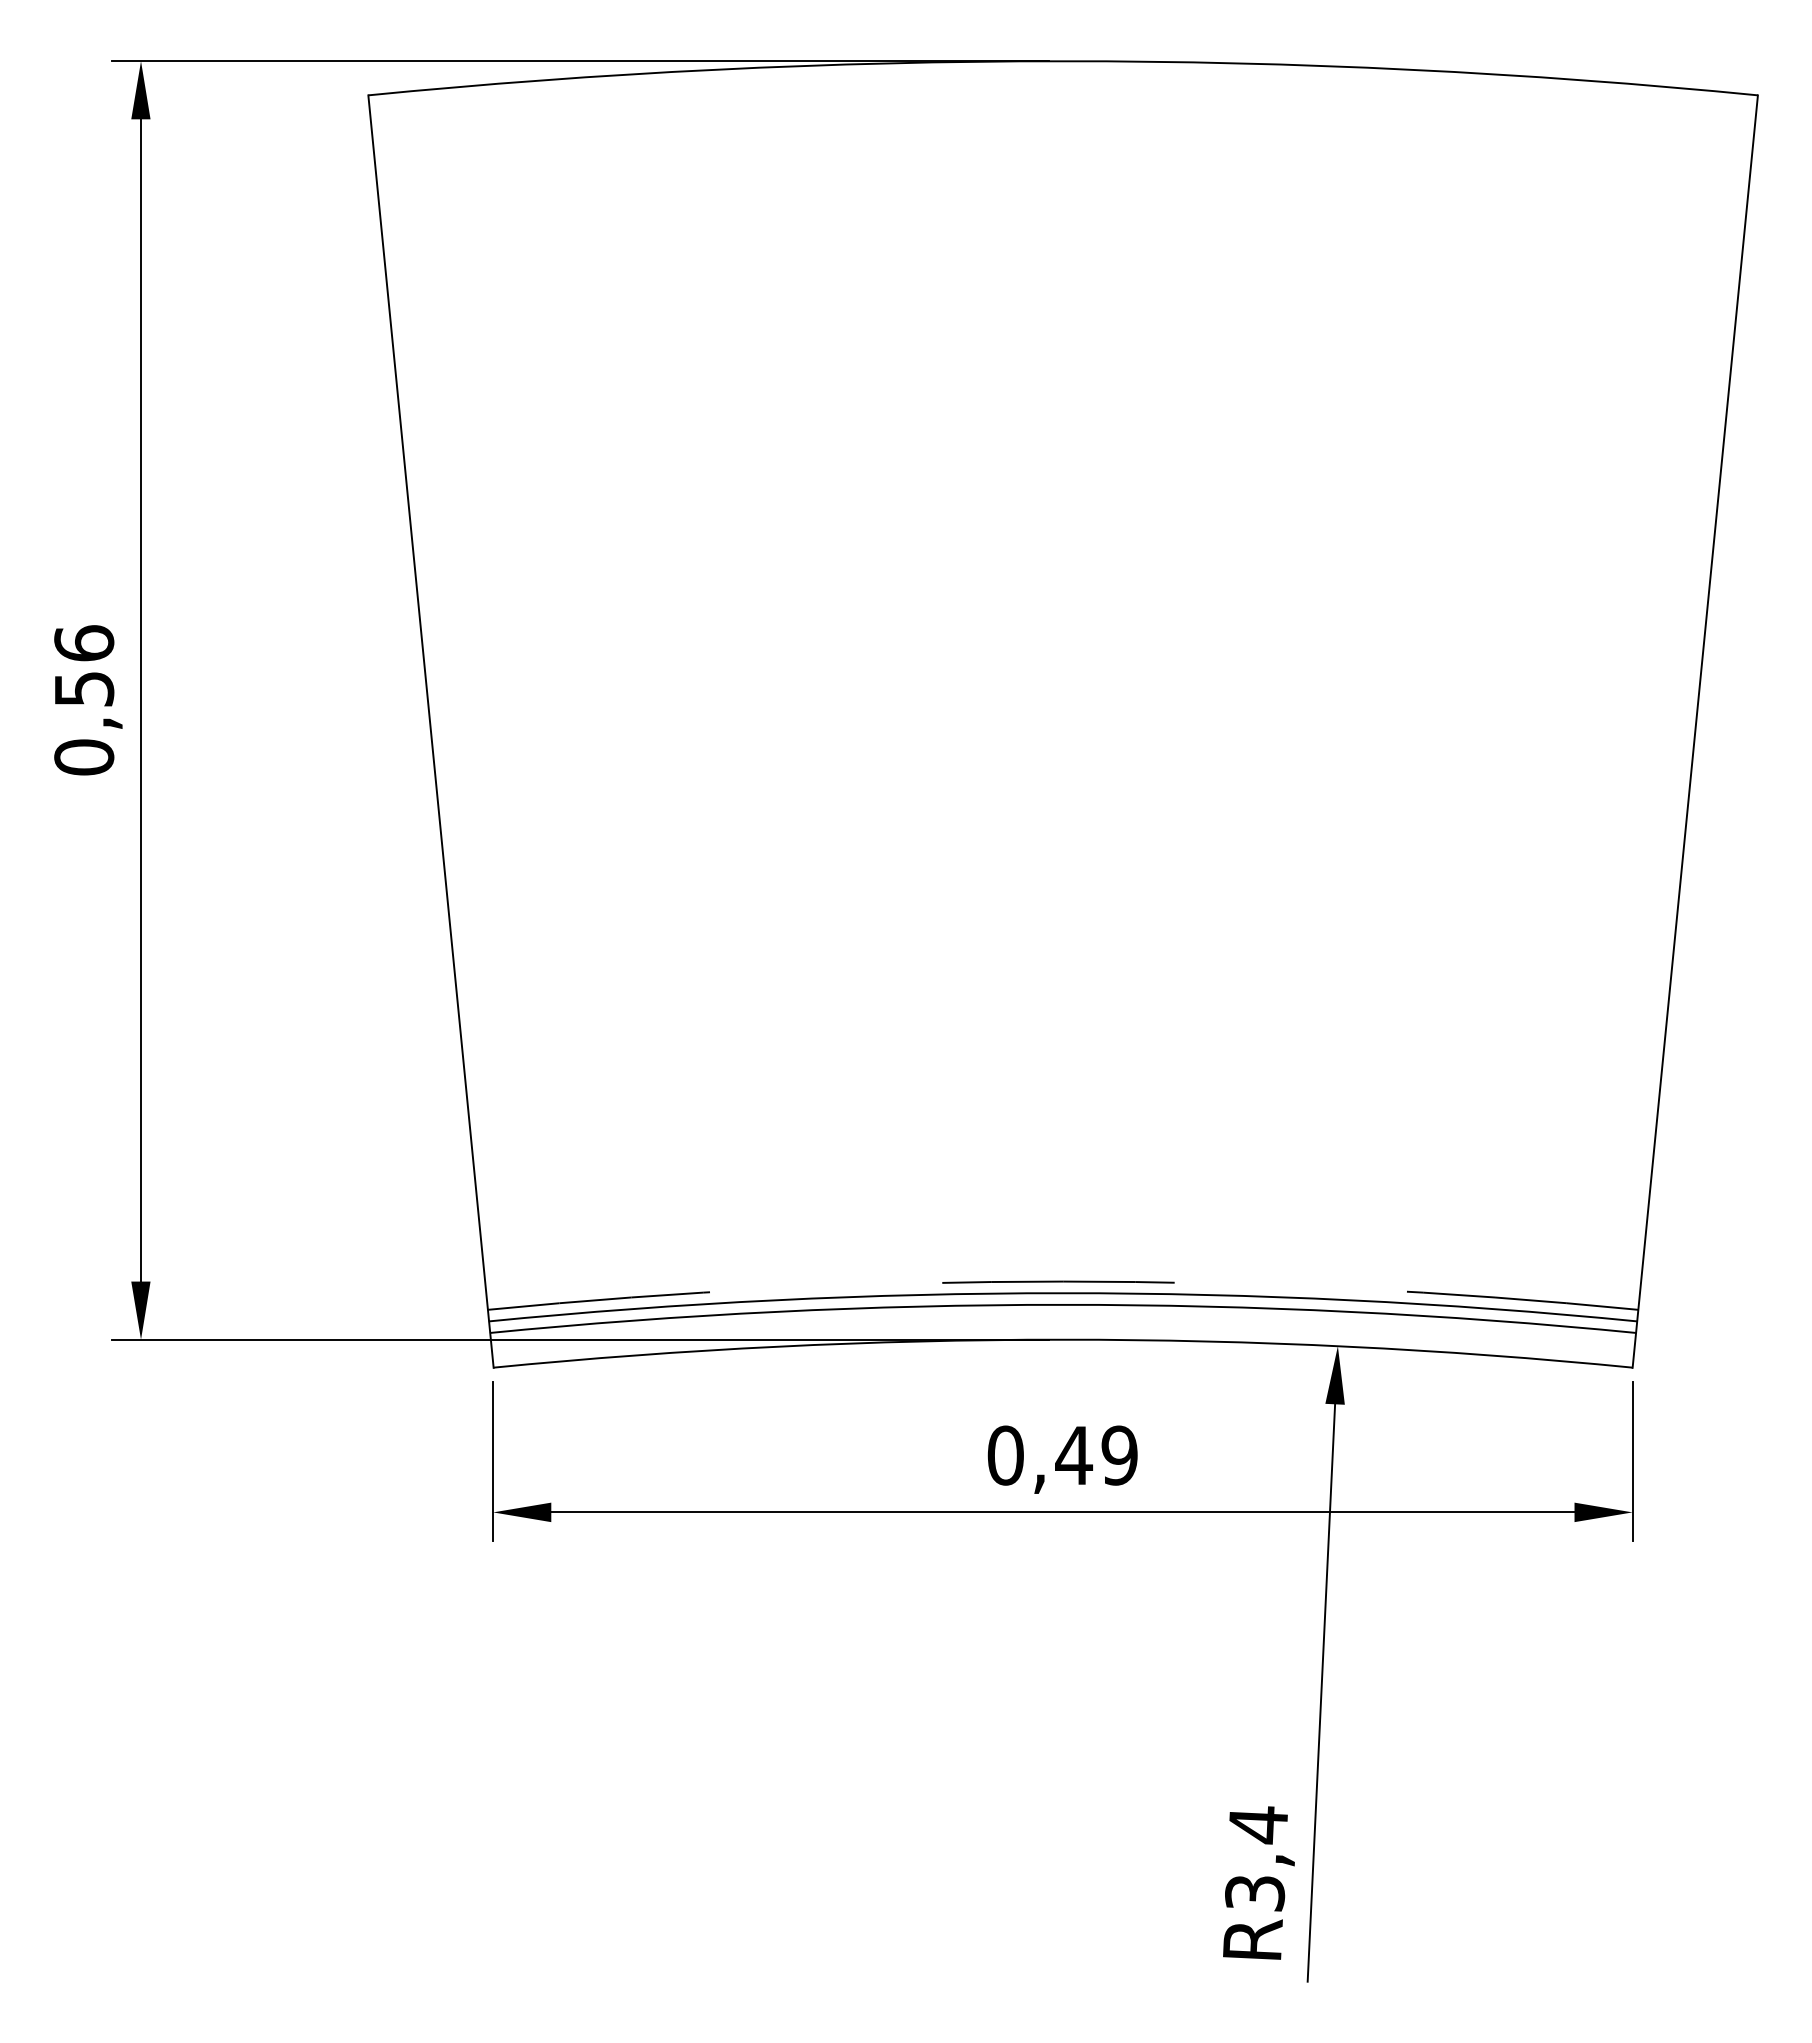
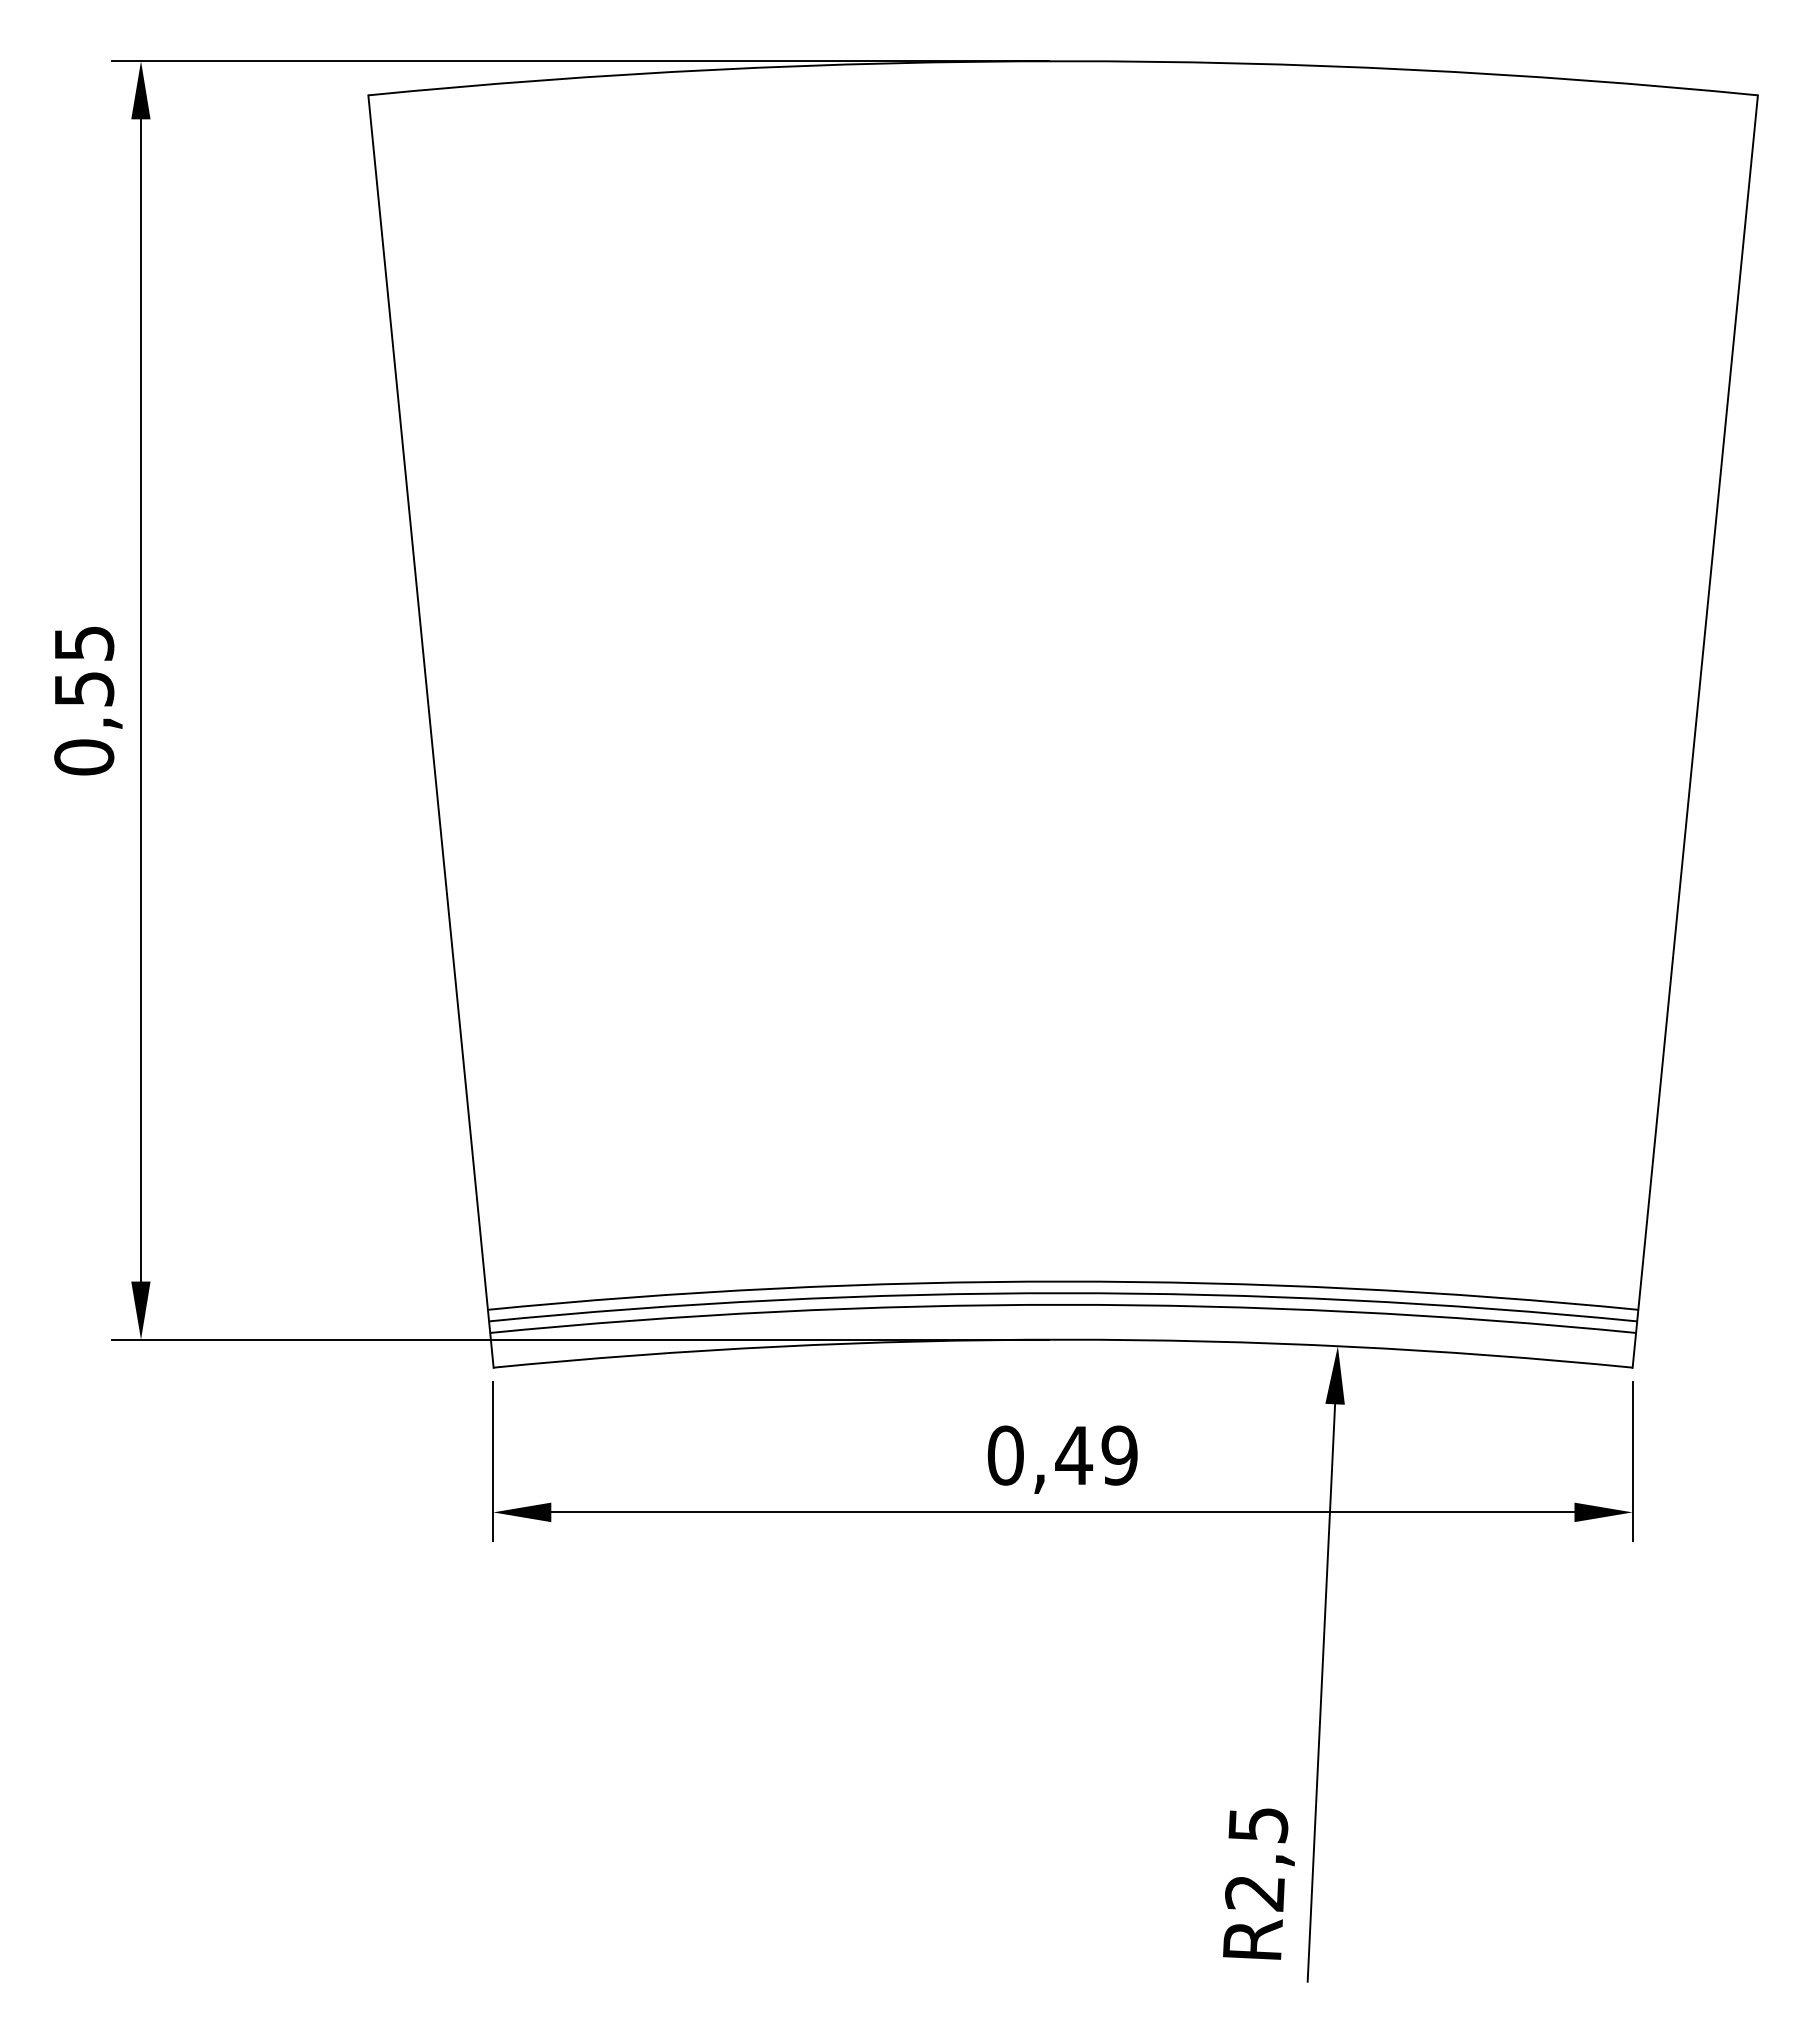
text at (84, 643): 0,56 -> 0,55
arc at (1063, 1281): dashed -> solid
text at (1256, 1858): R3,4 -> R2,5
